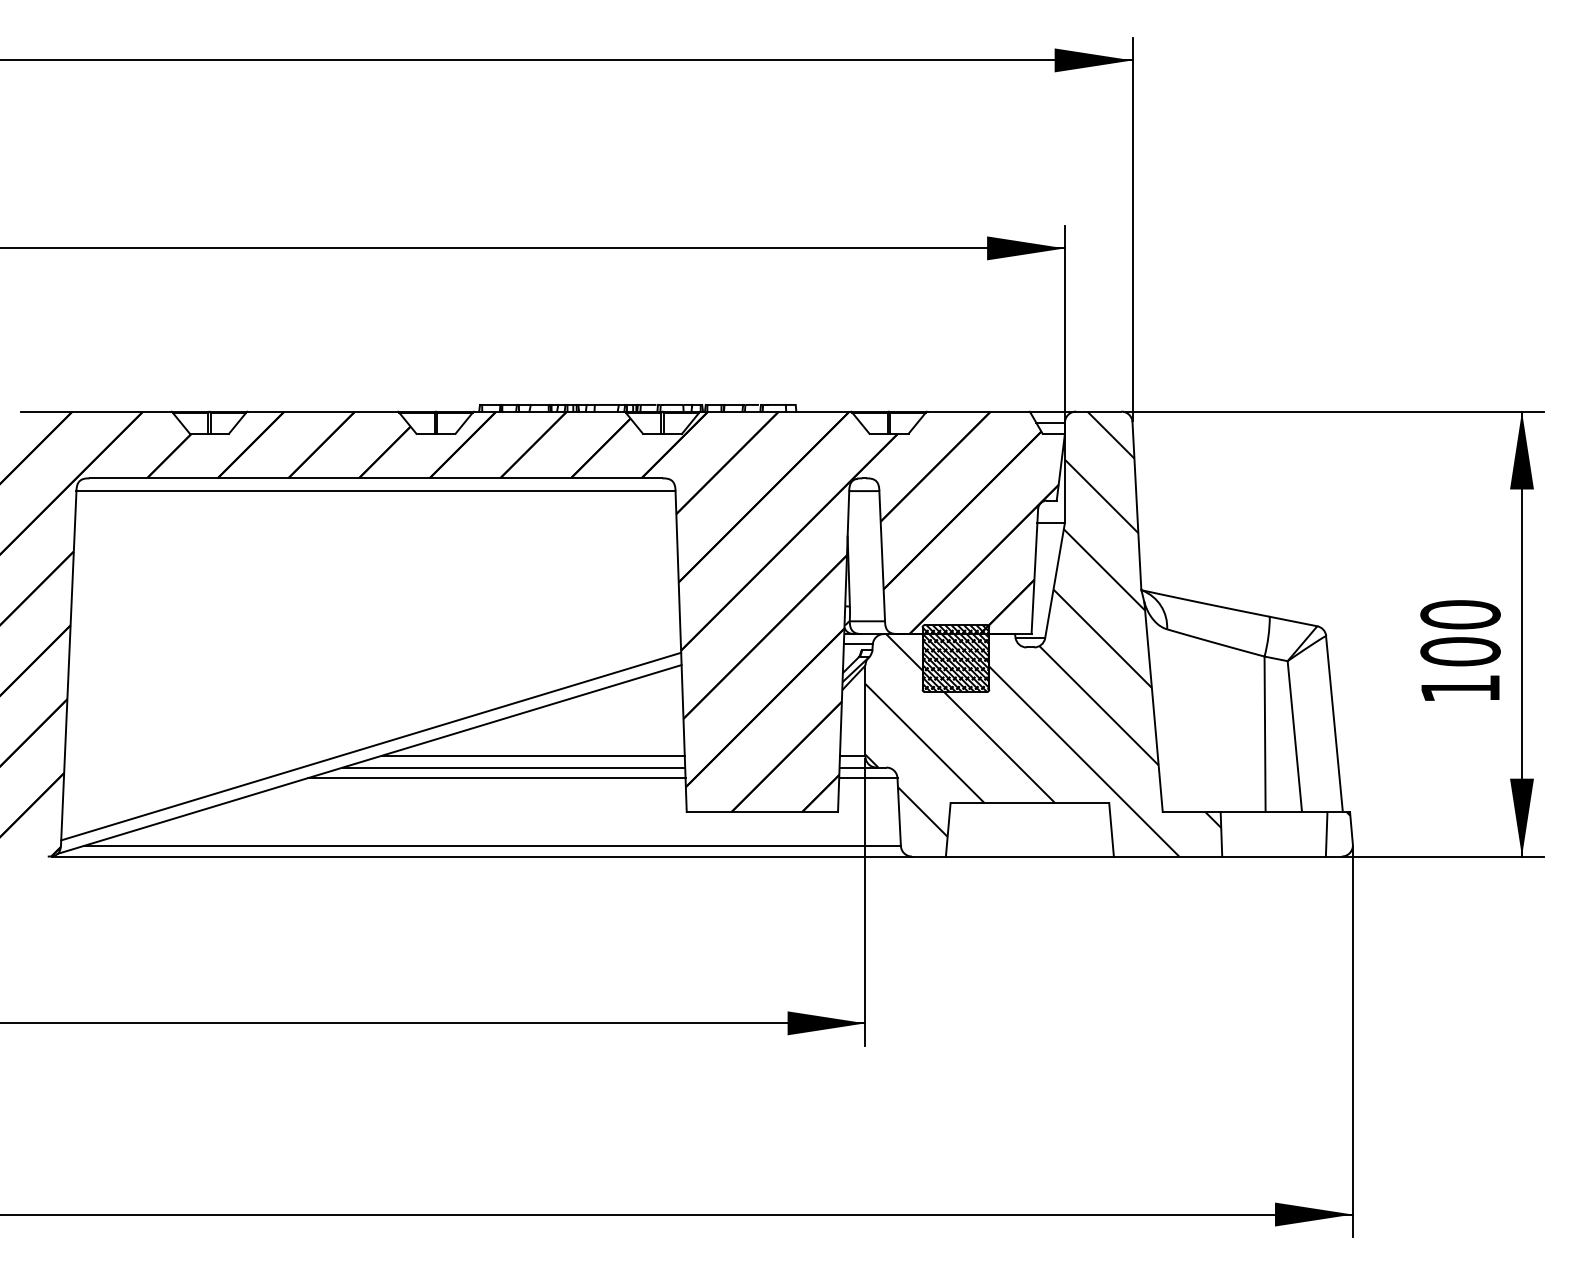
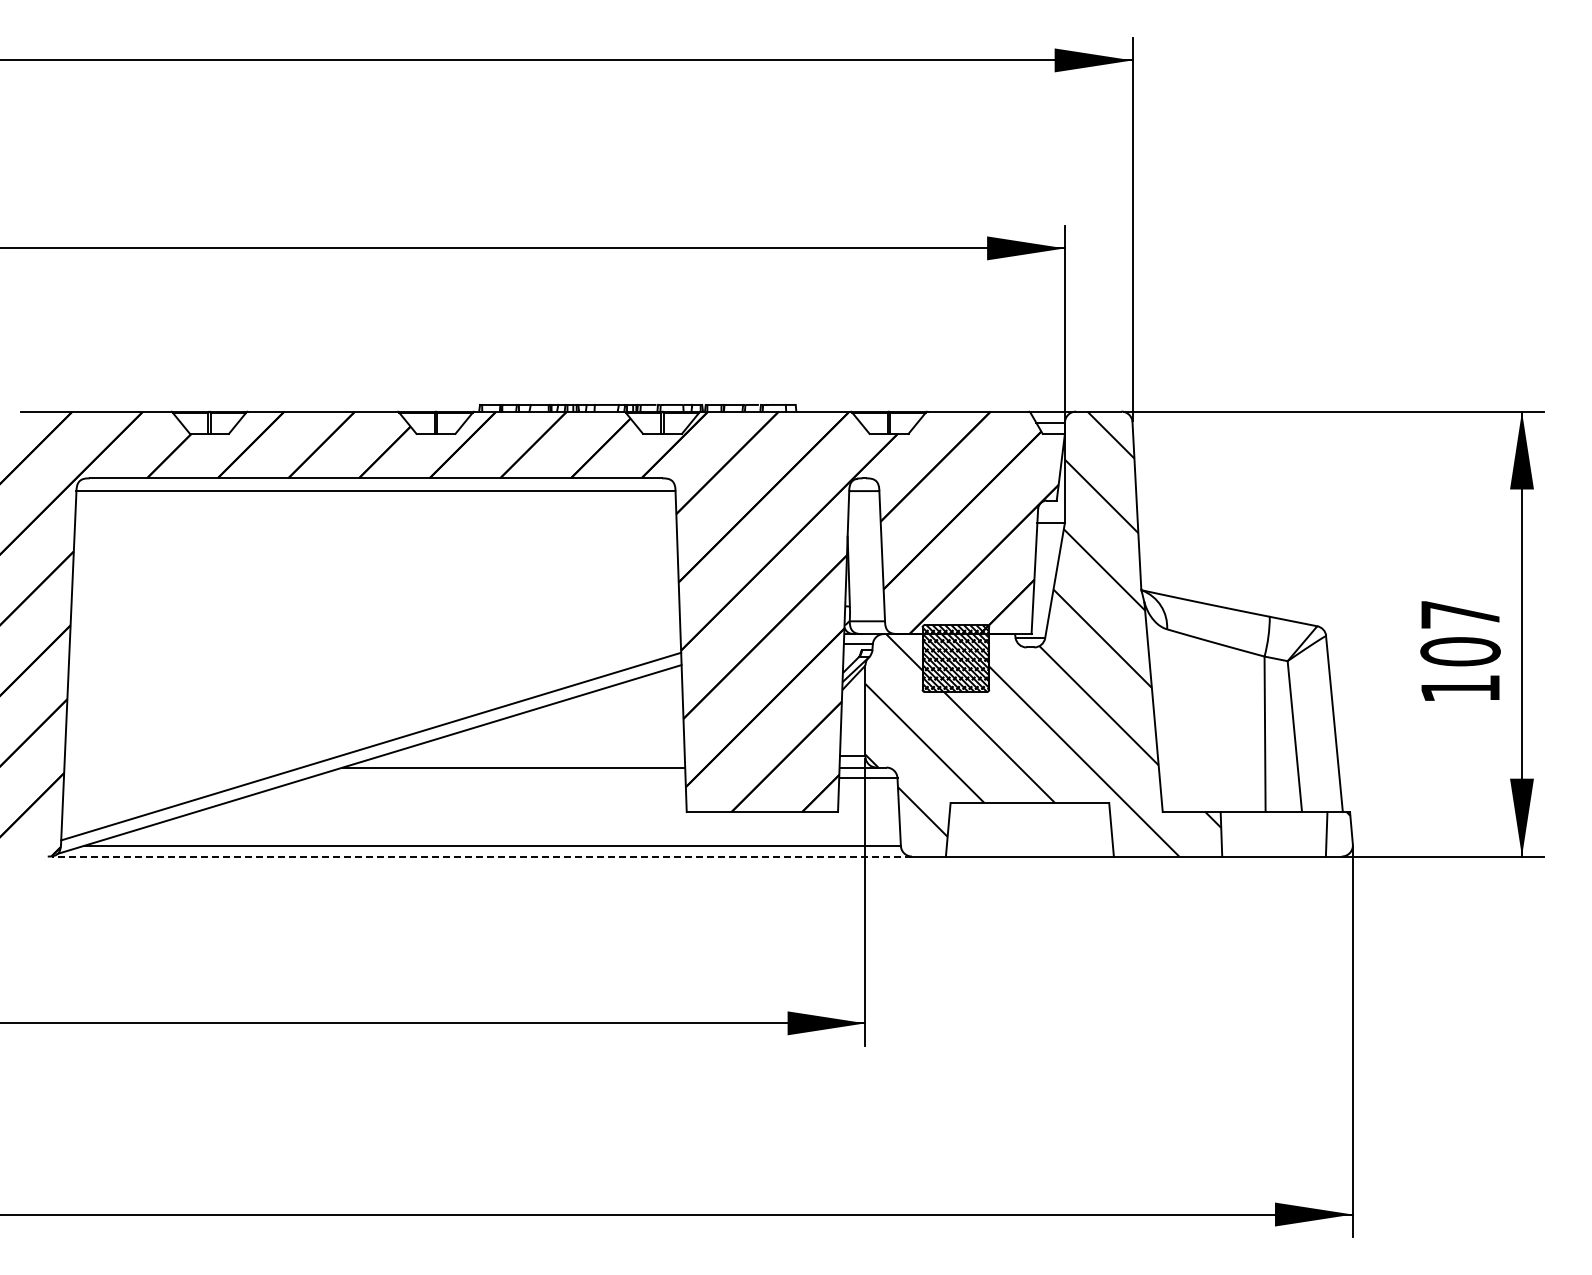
text at (1460, 614): 100 -> 107
line at (533, 755): present -> none
line at (497, 778): present -> none
line at (481, 856): solid -> dashed
